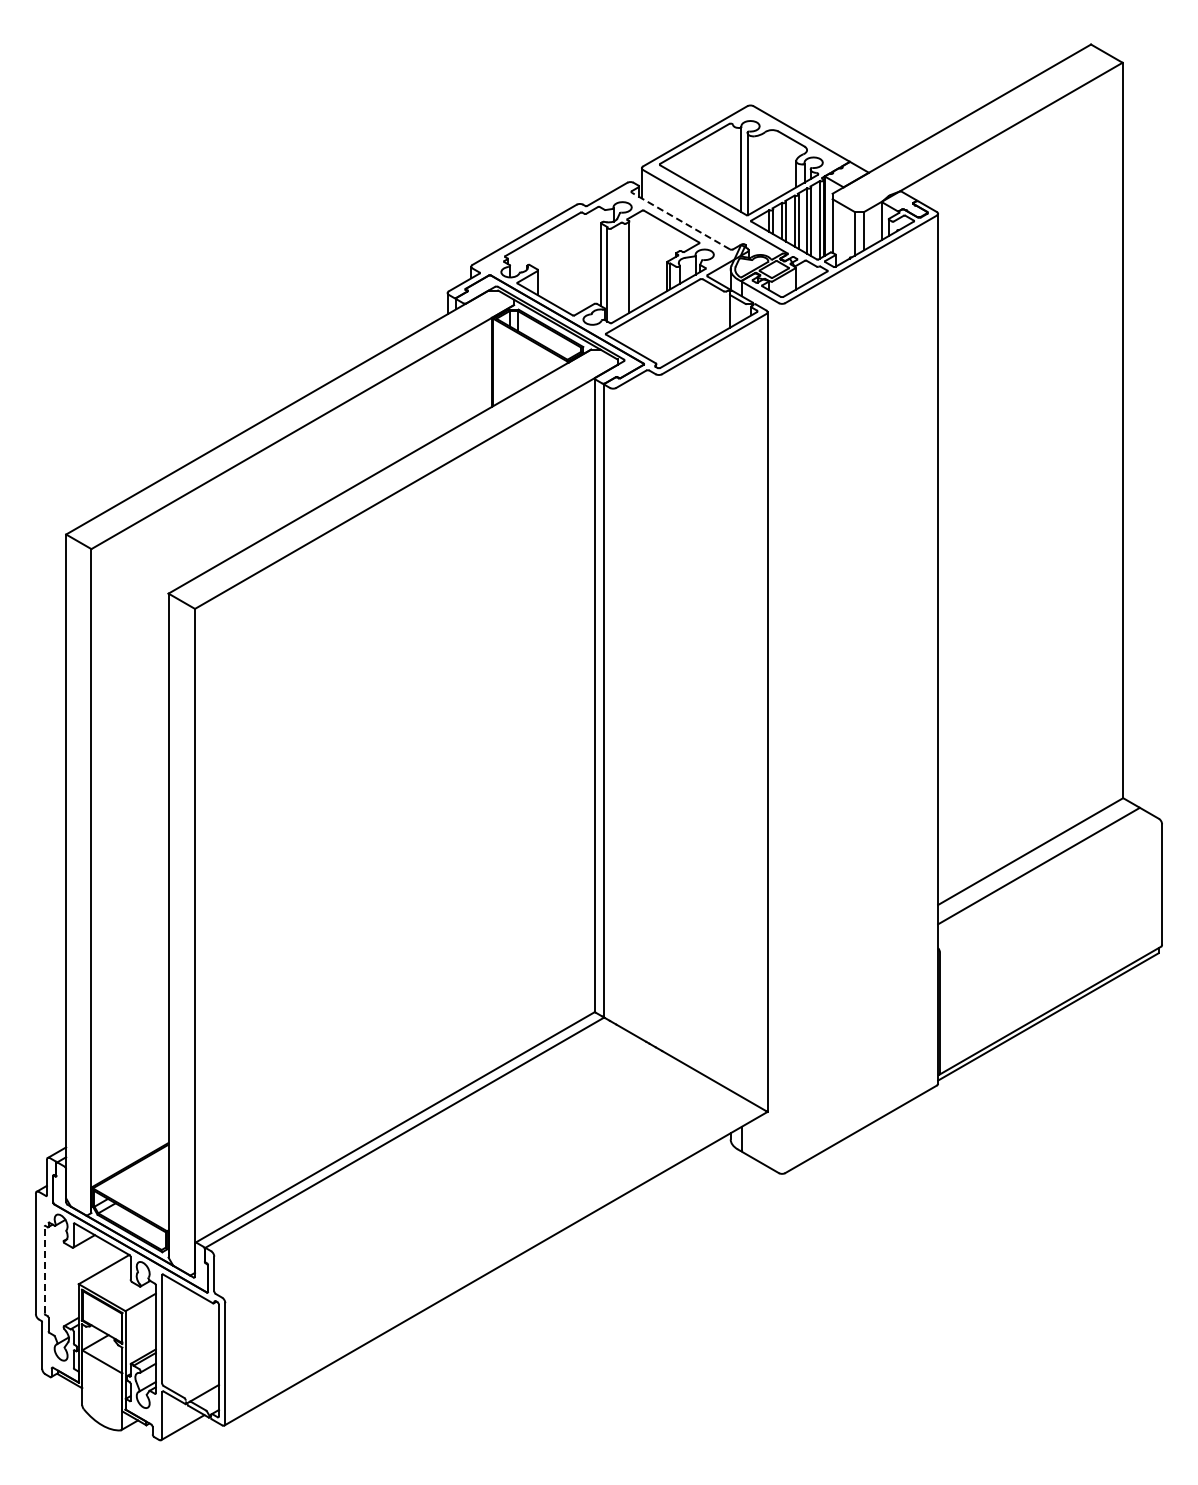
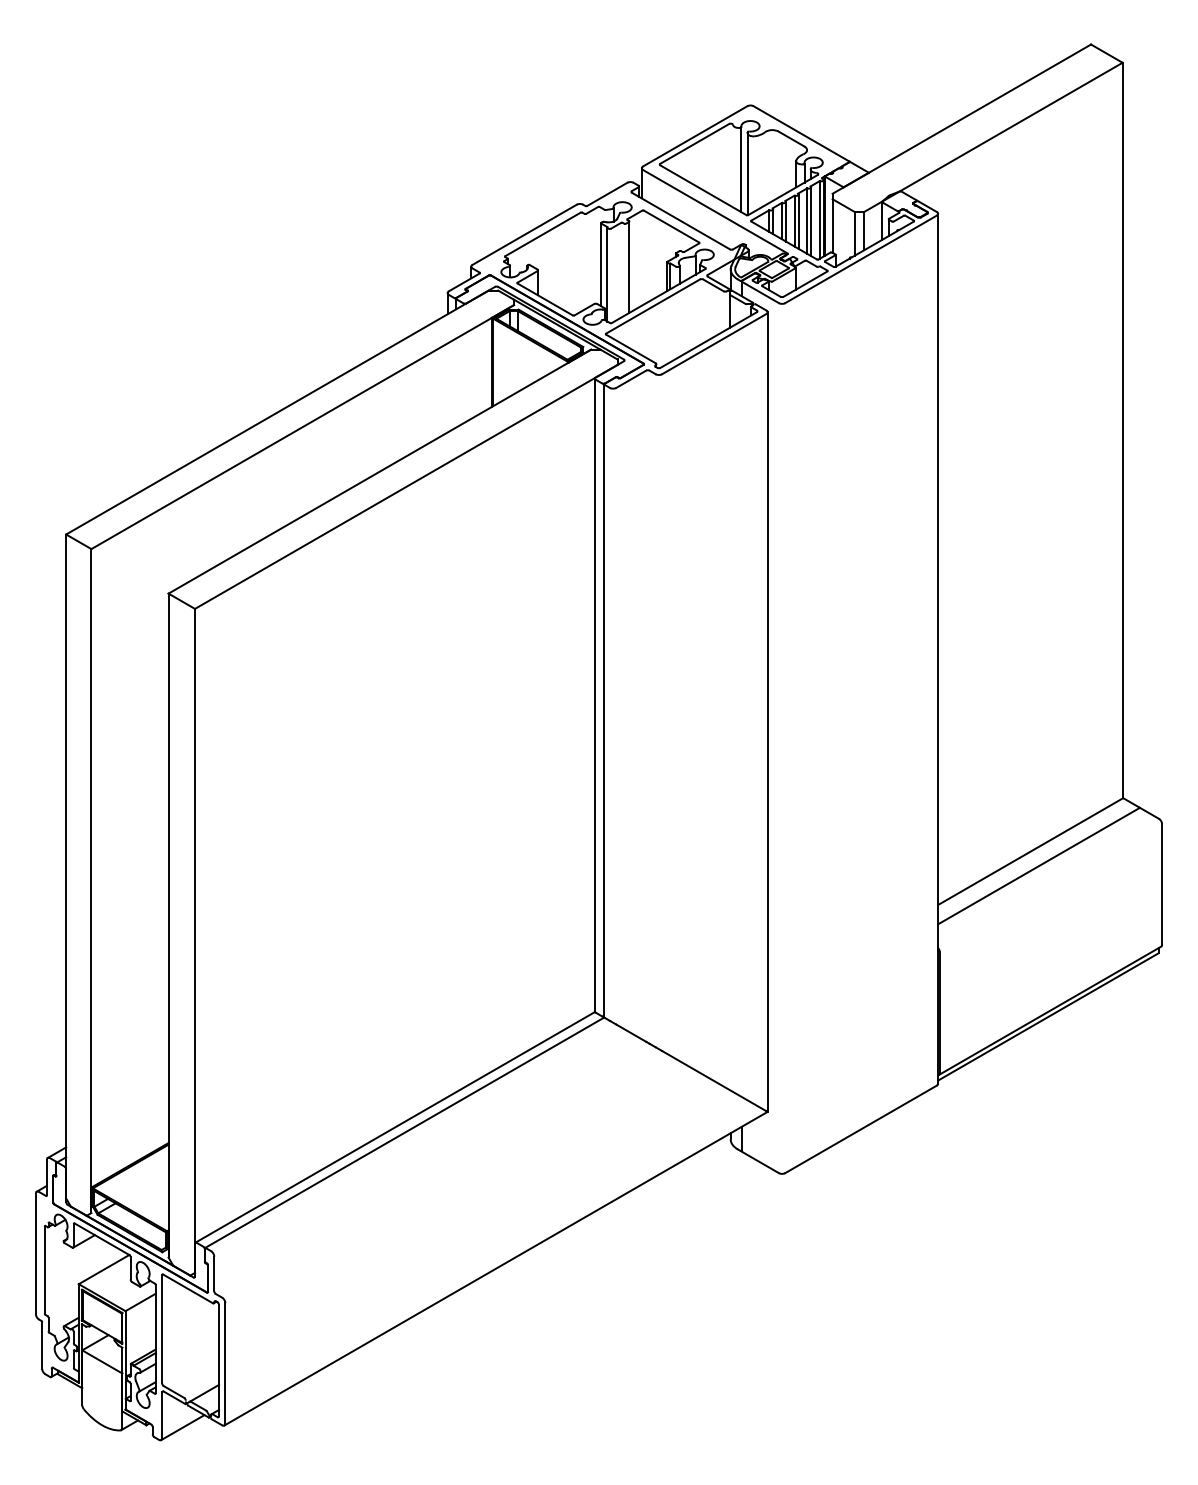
line at (681, 221): dashed -> solid
line at (44, 1269): dashed -> solid
